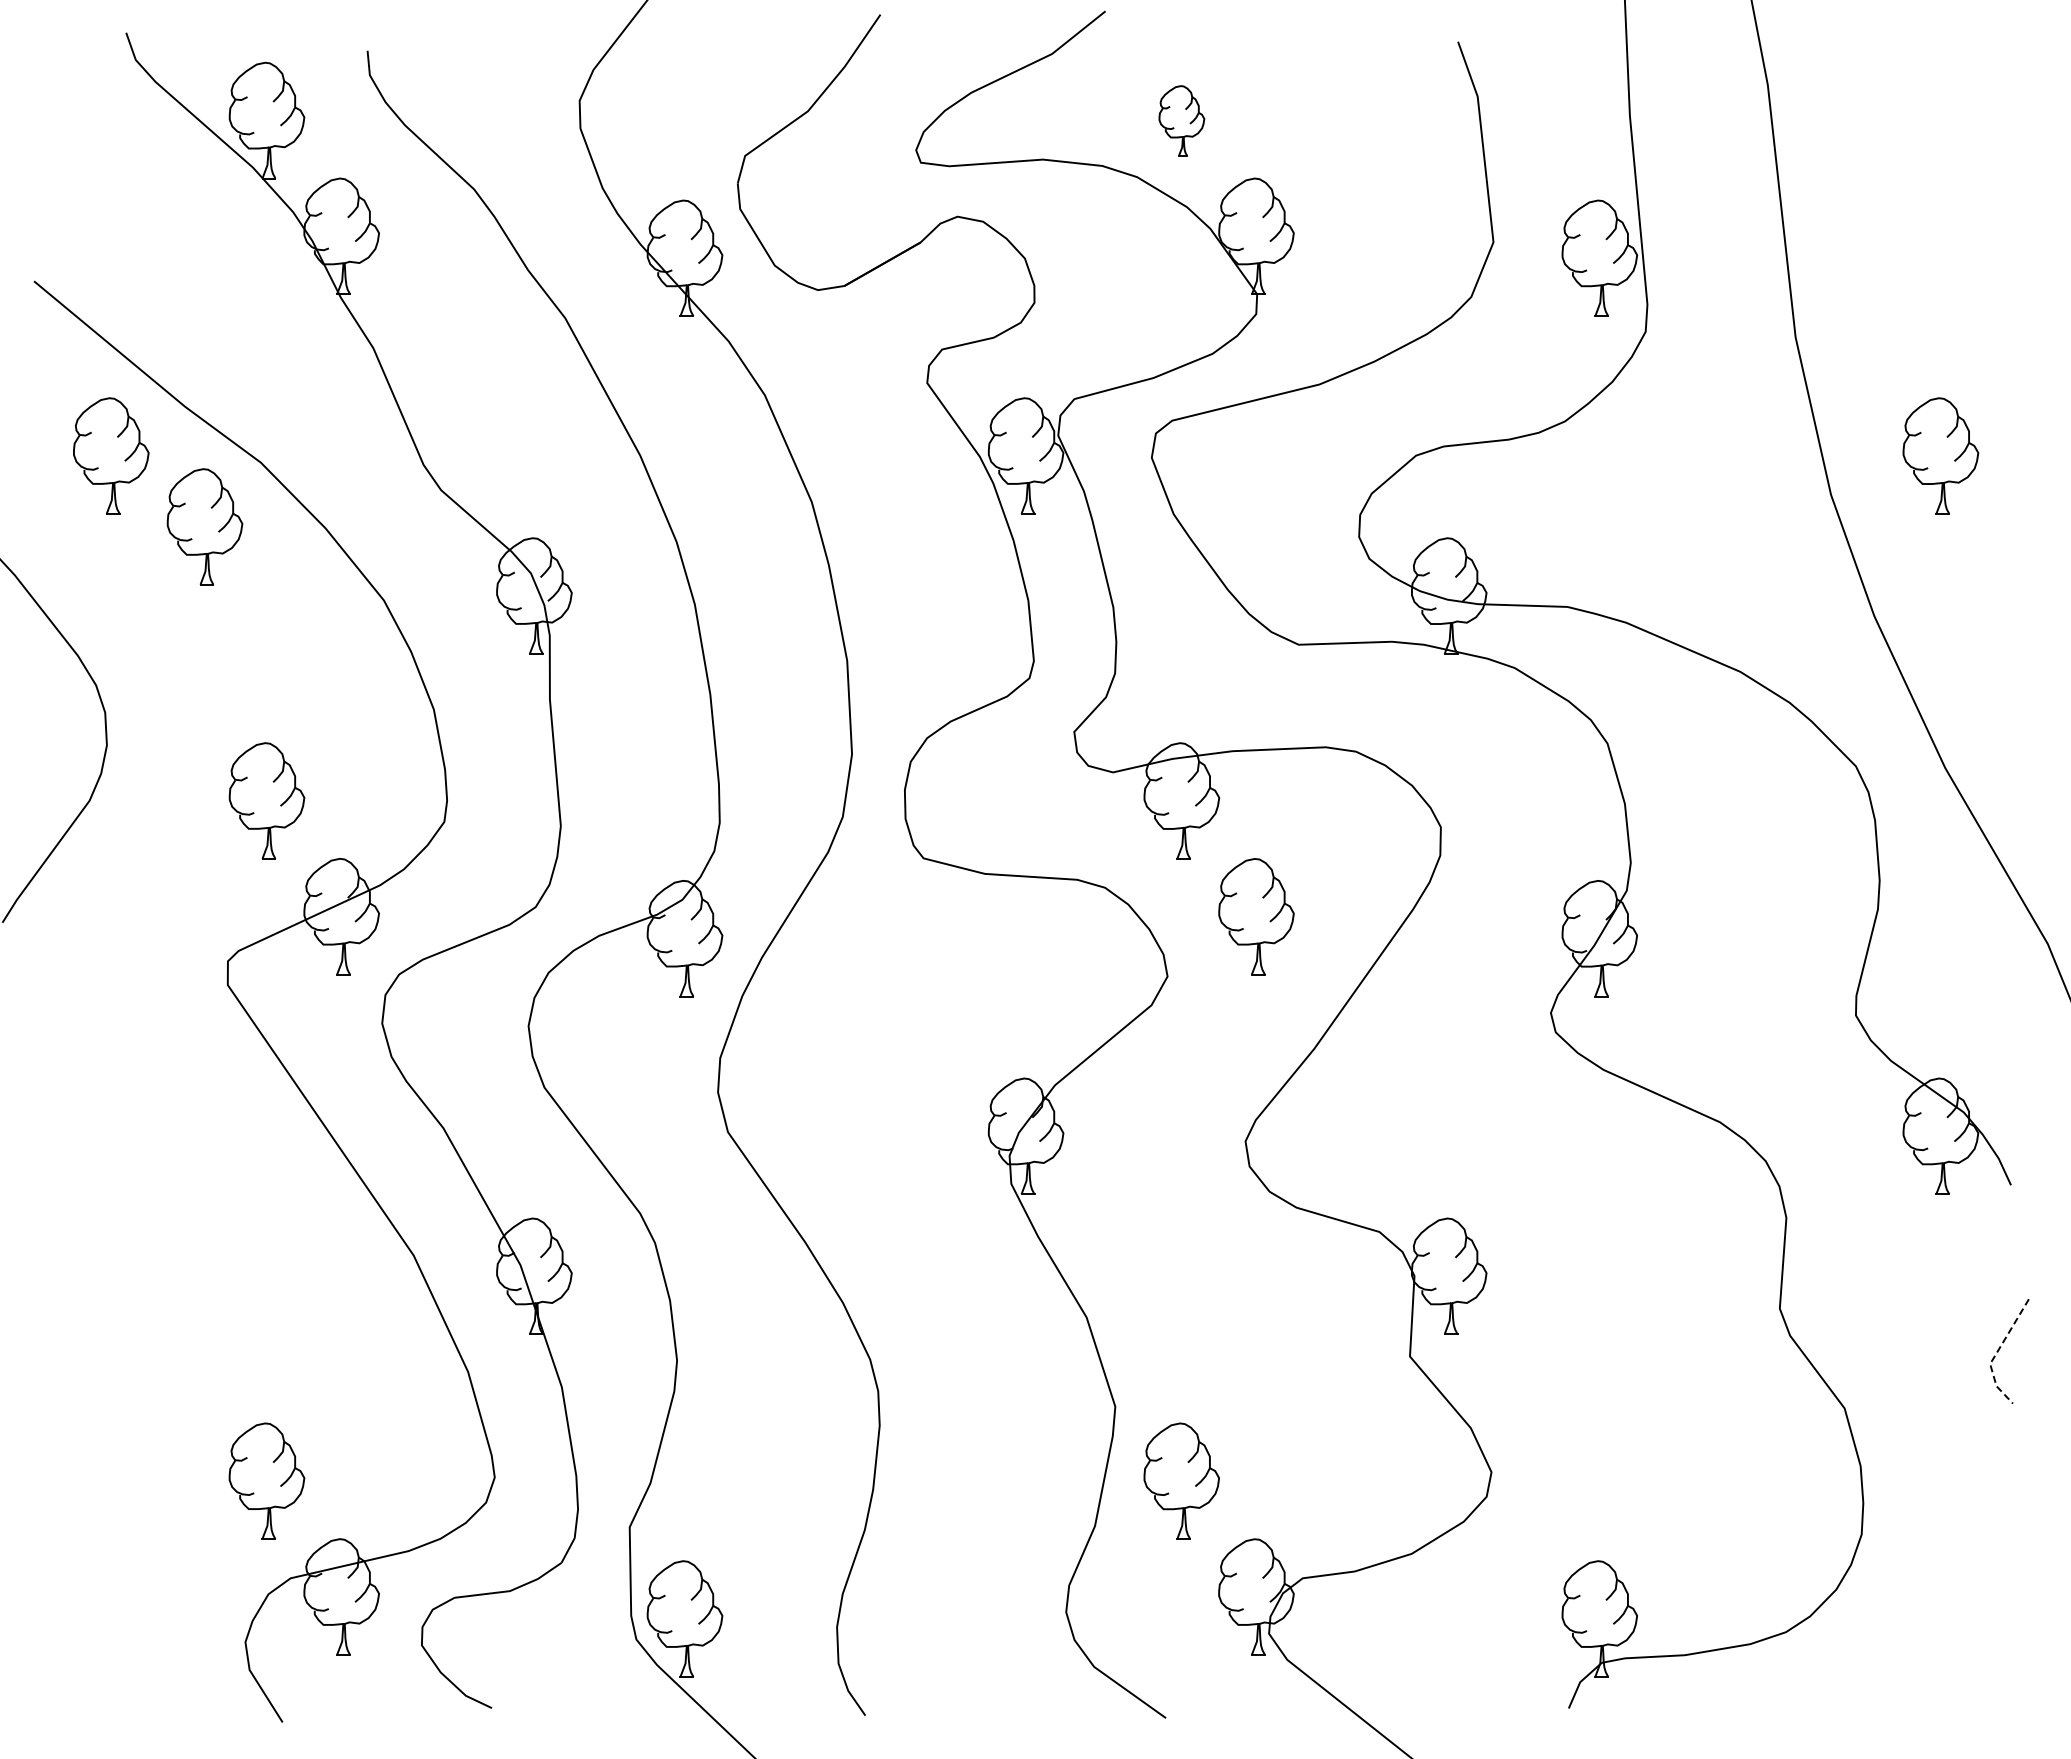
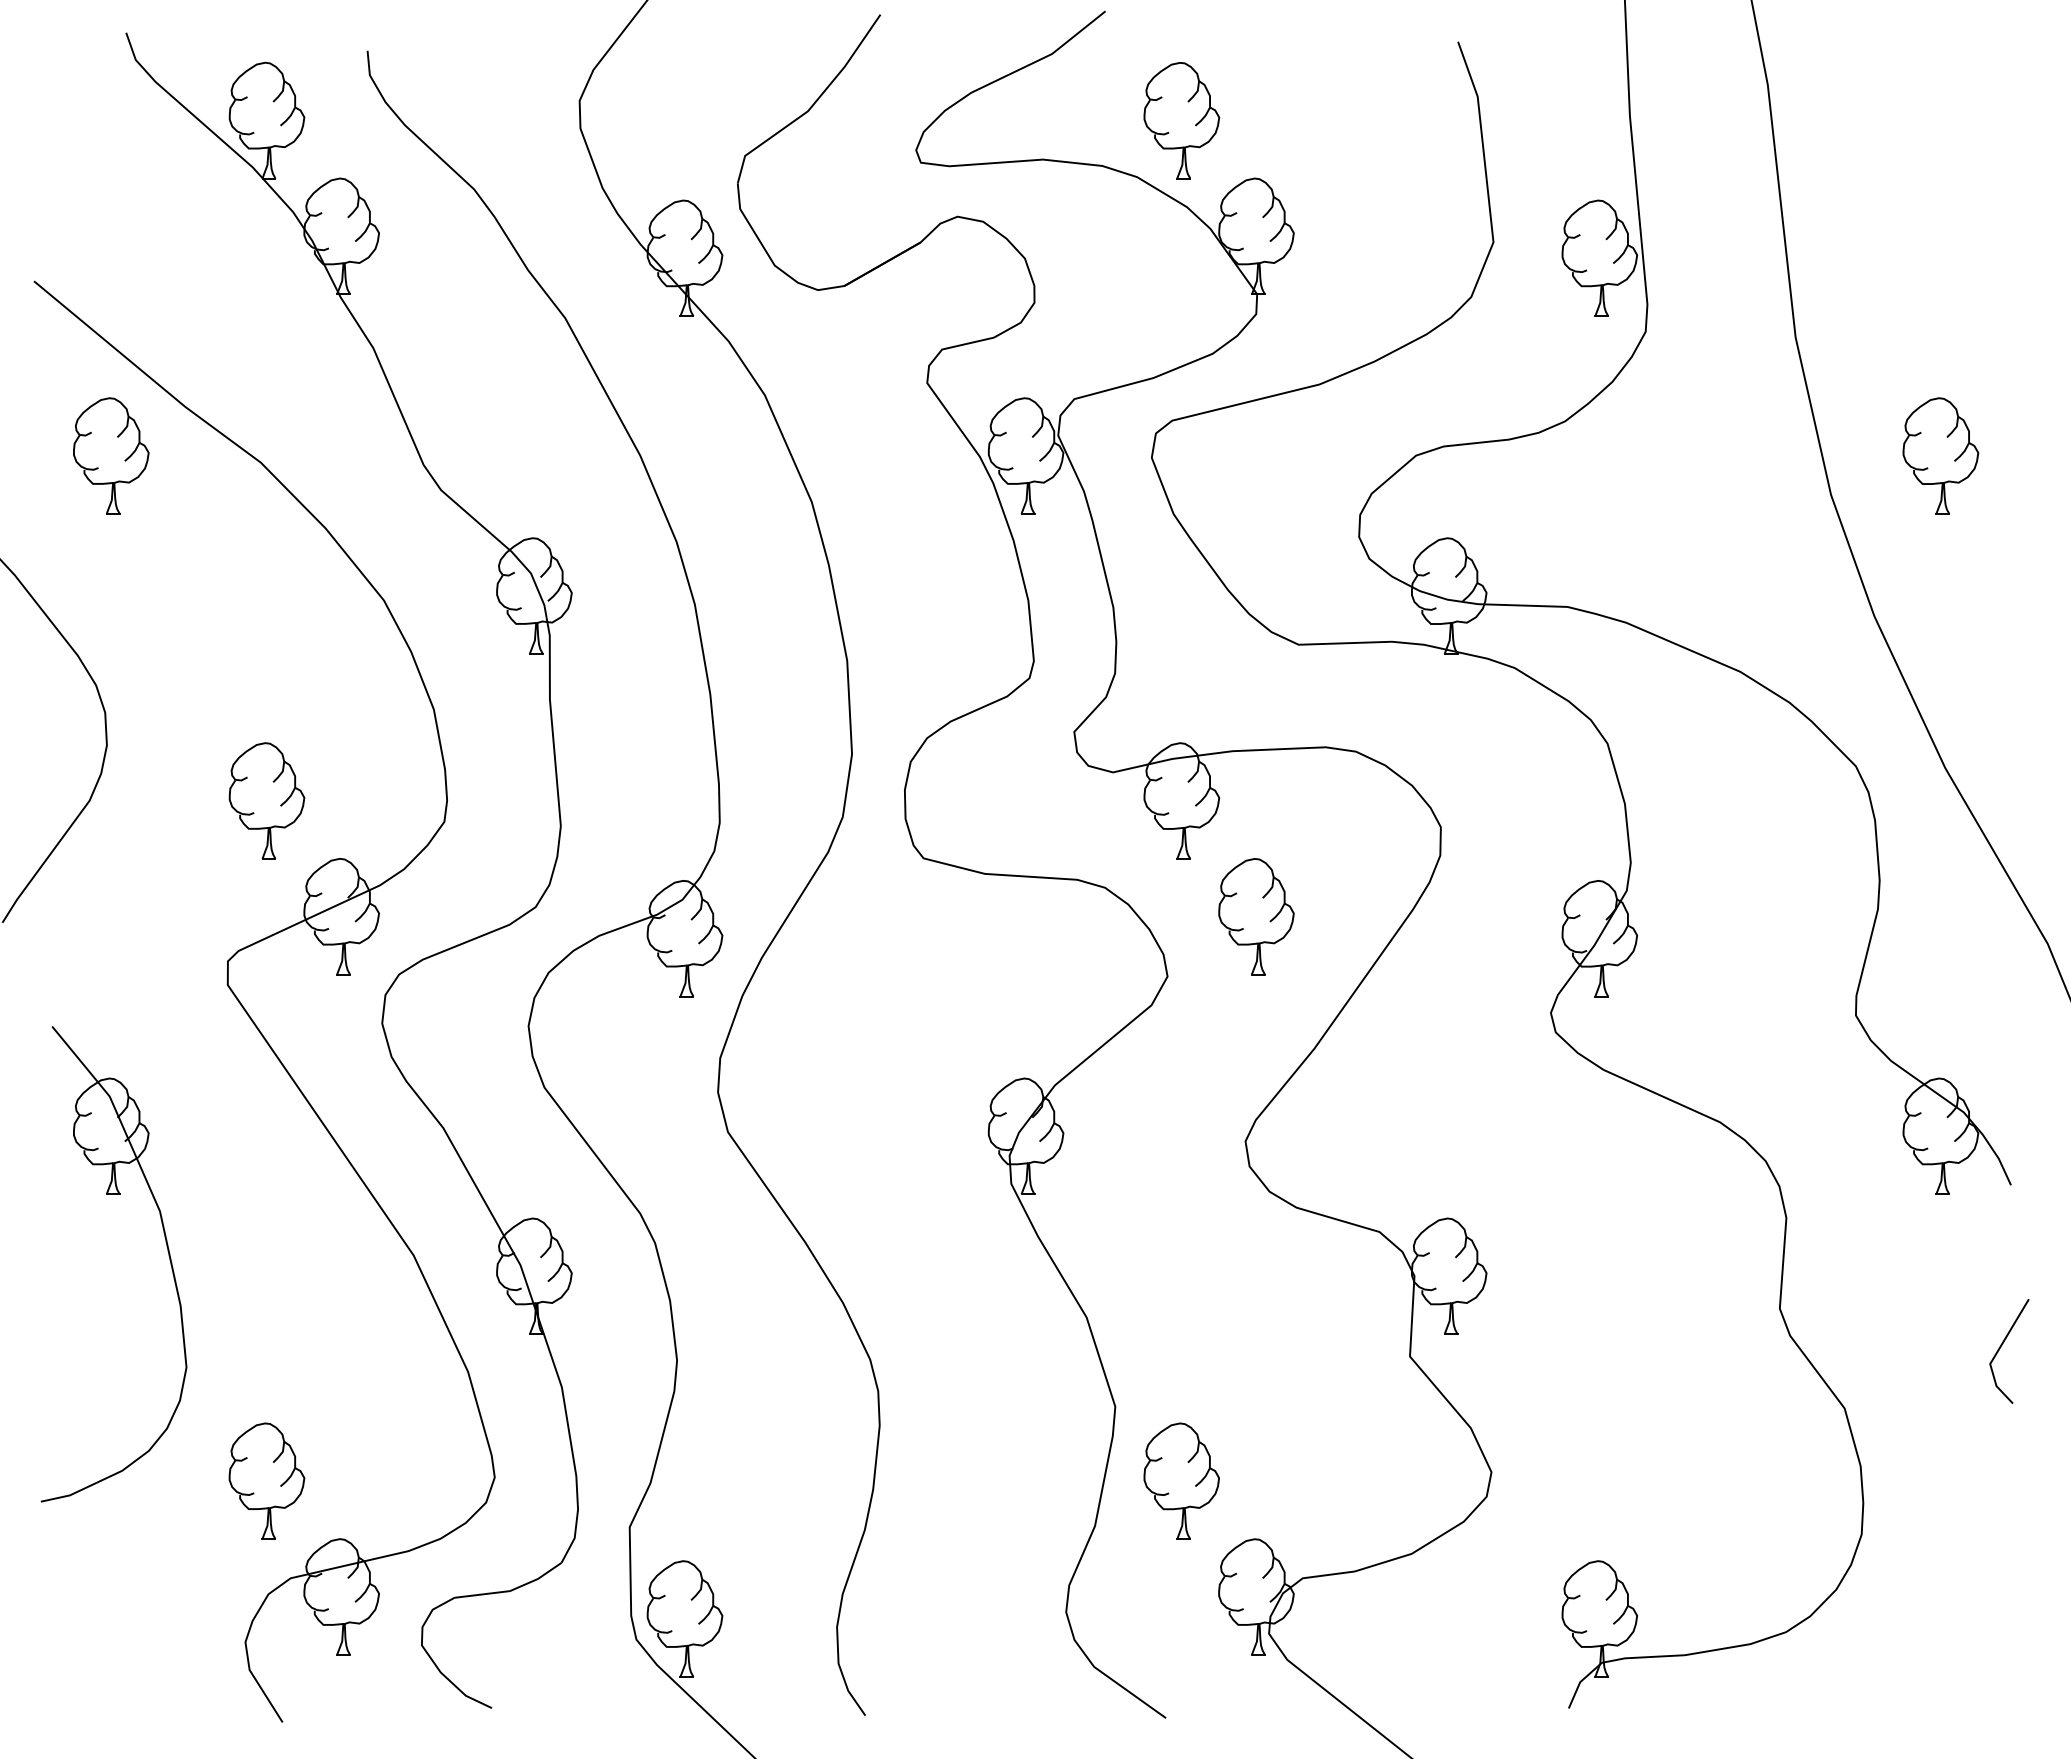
part at (1181, 120) size: 48x72 px -> 78x118 px
part at (204, 526): present -> none
part at (167, 1251): none -> present
line at (1996, 1352): dashed -> solid
